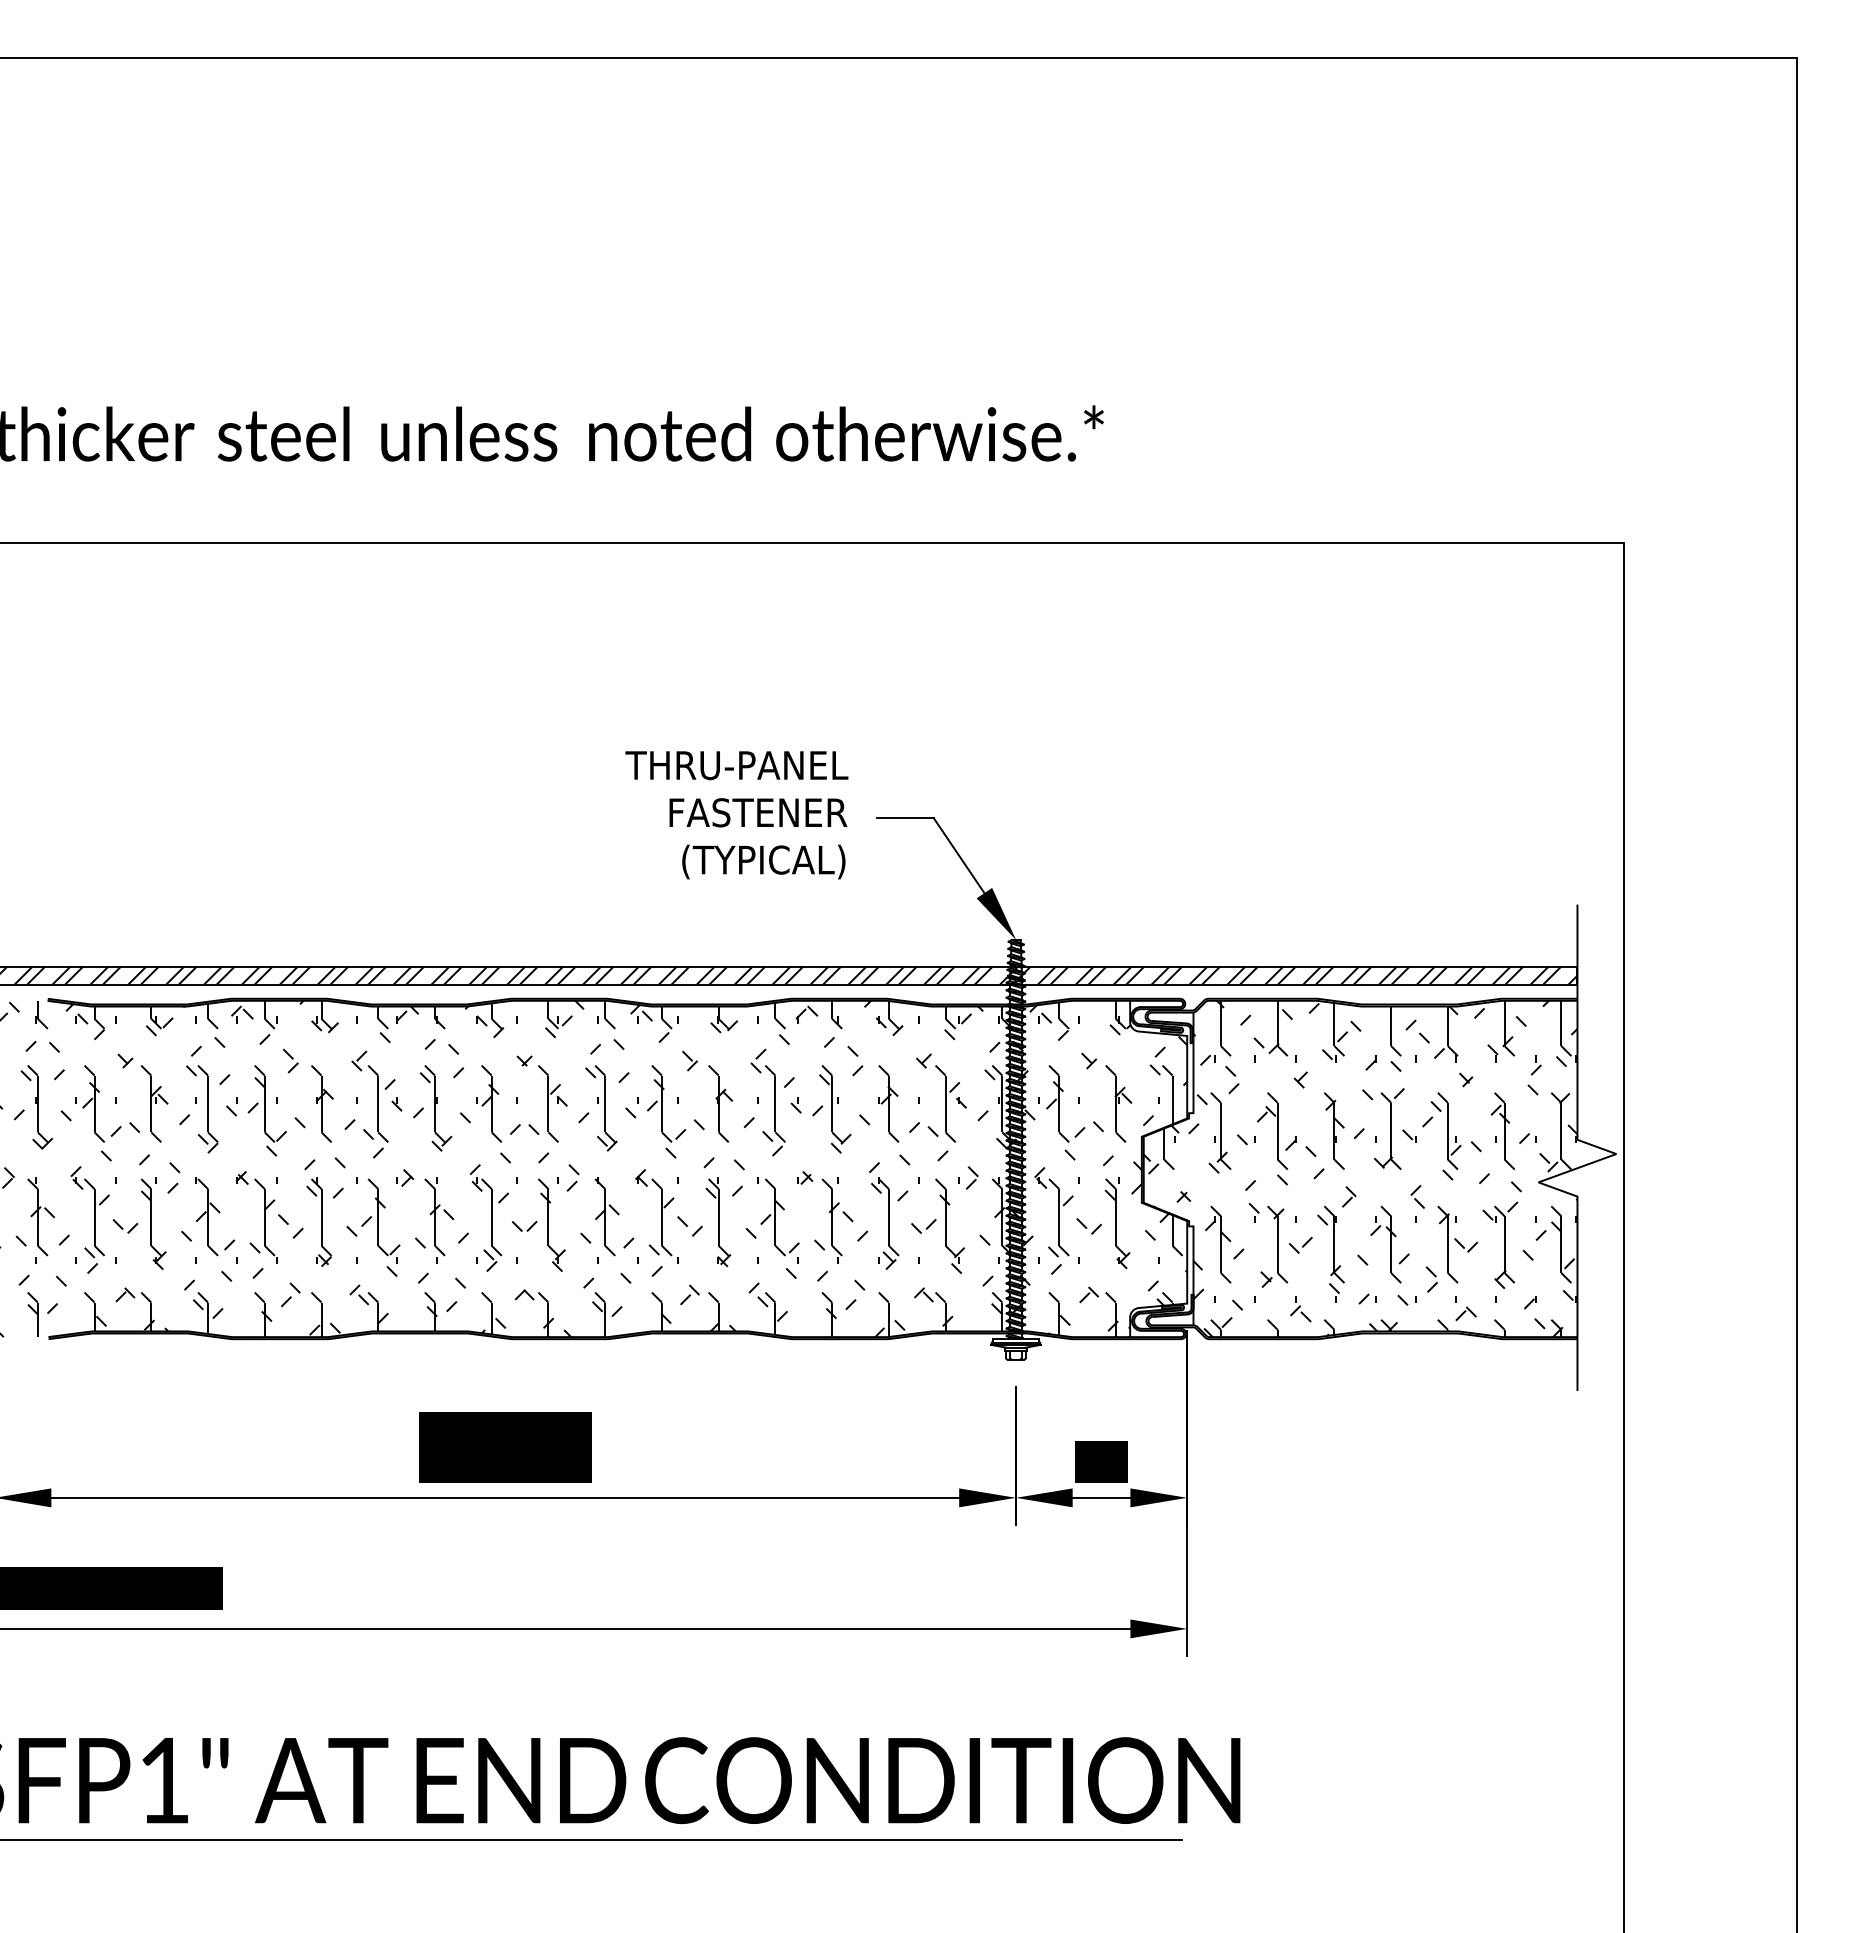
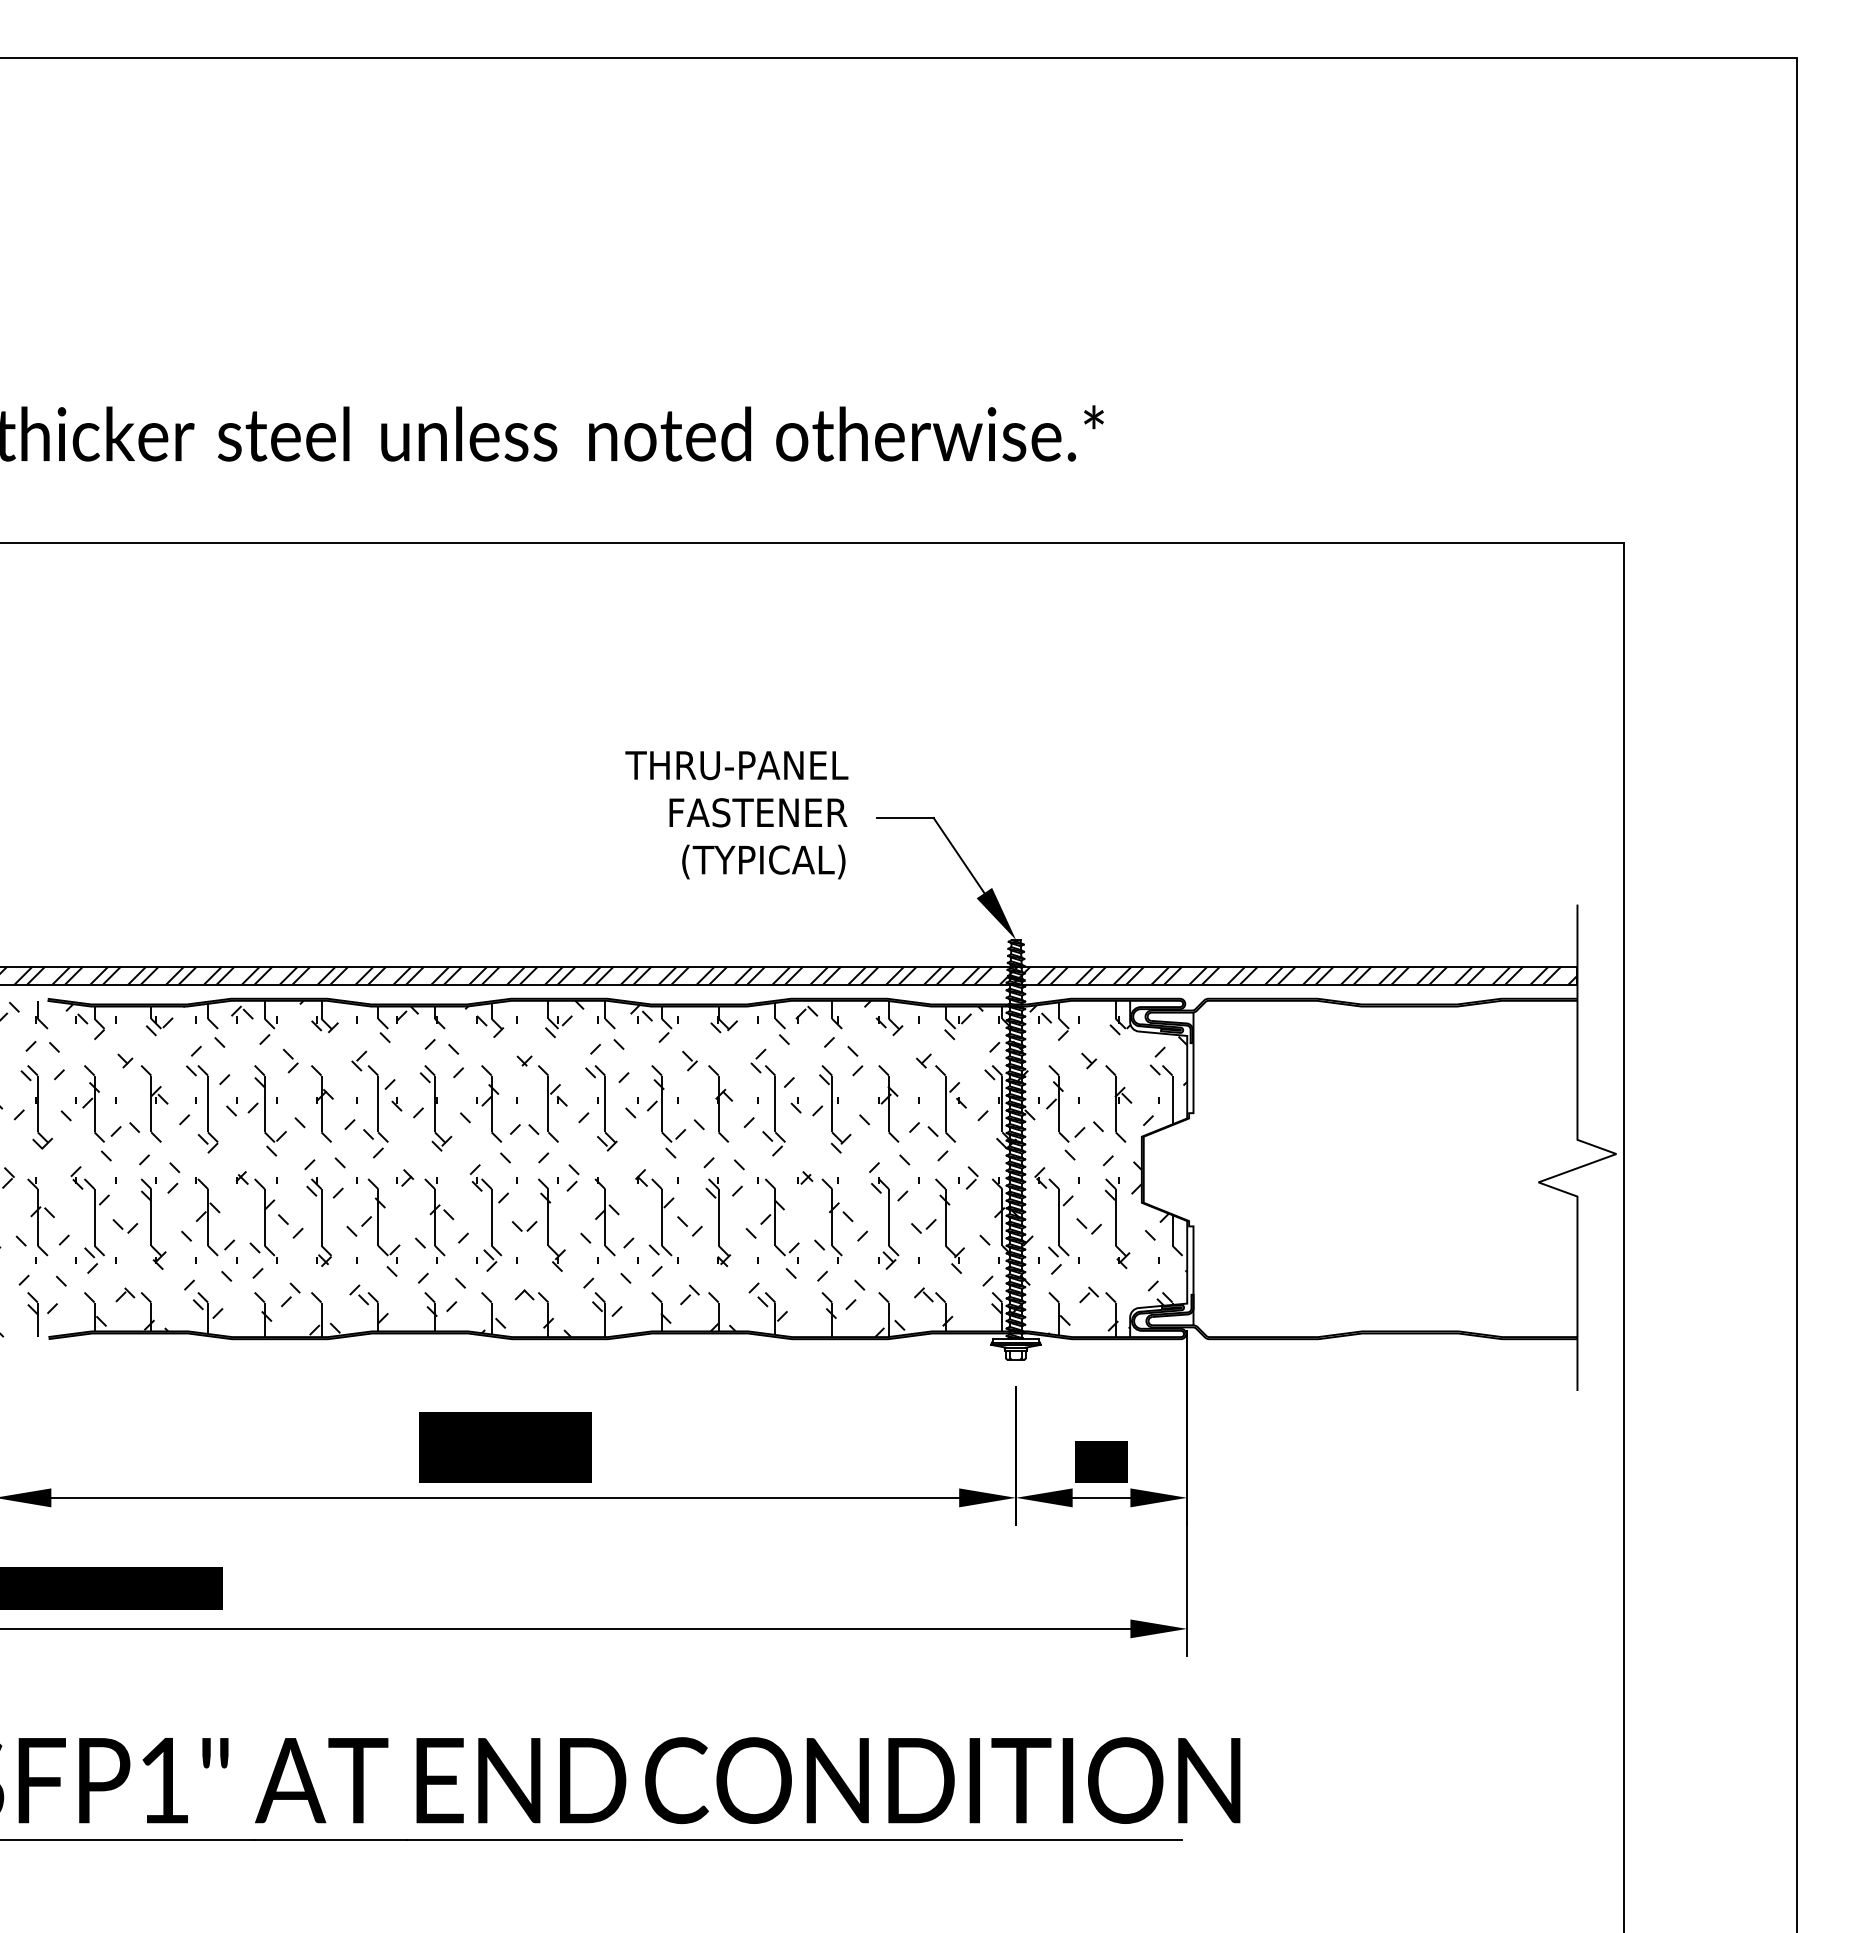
hatch at (1360, 1168): present -> none
